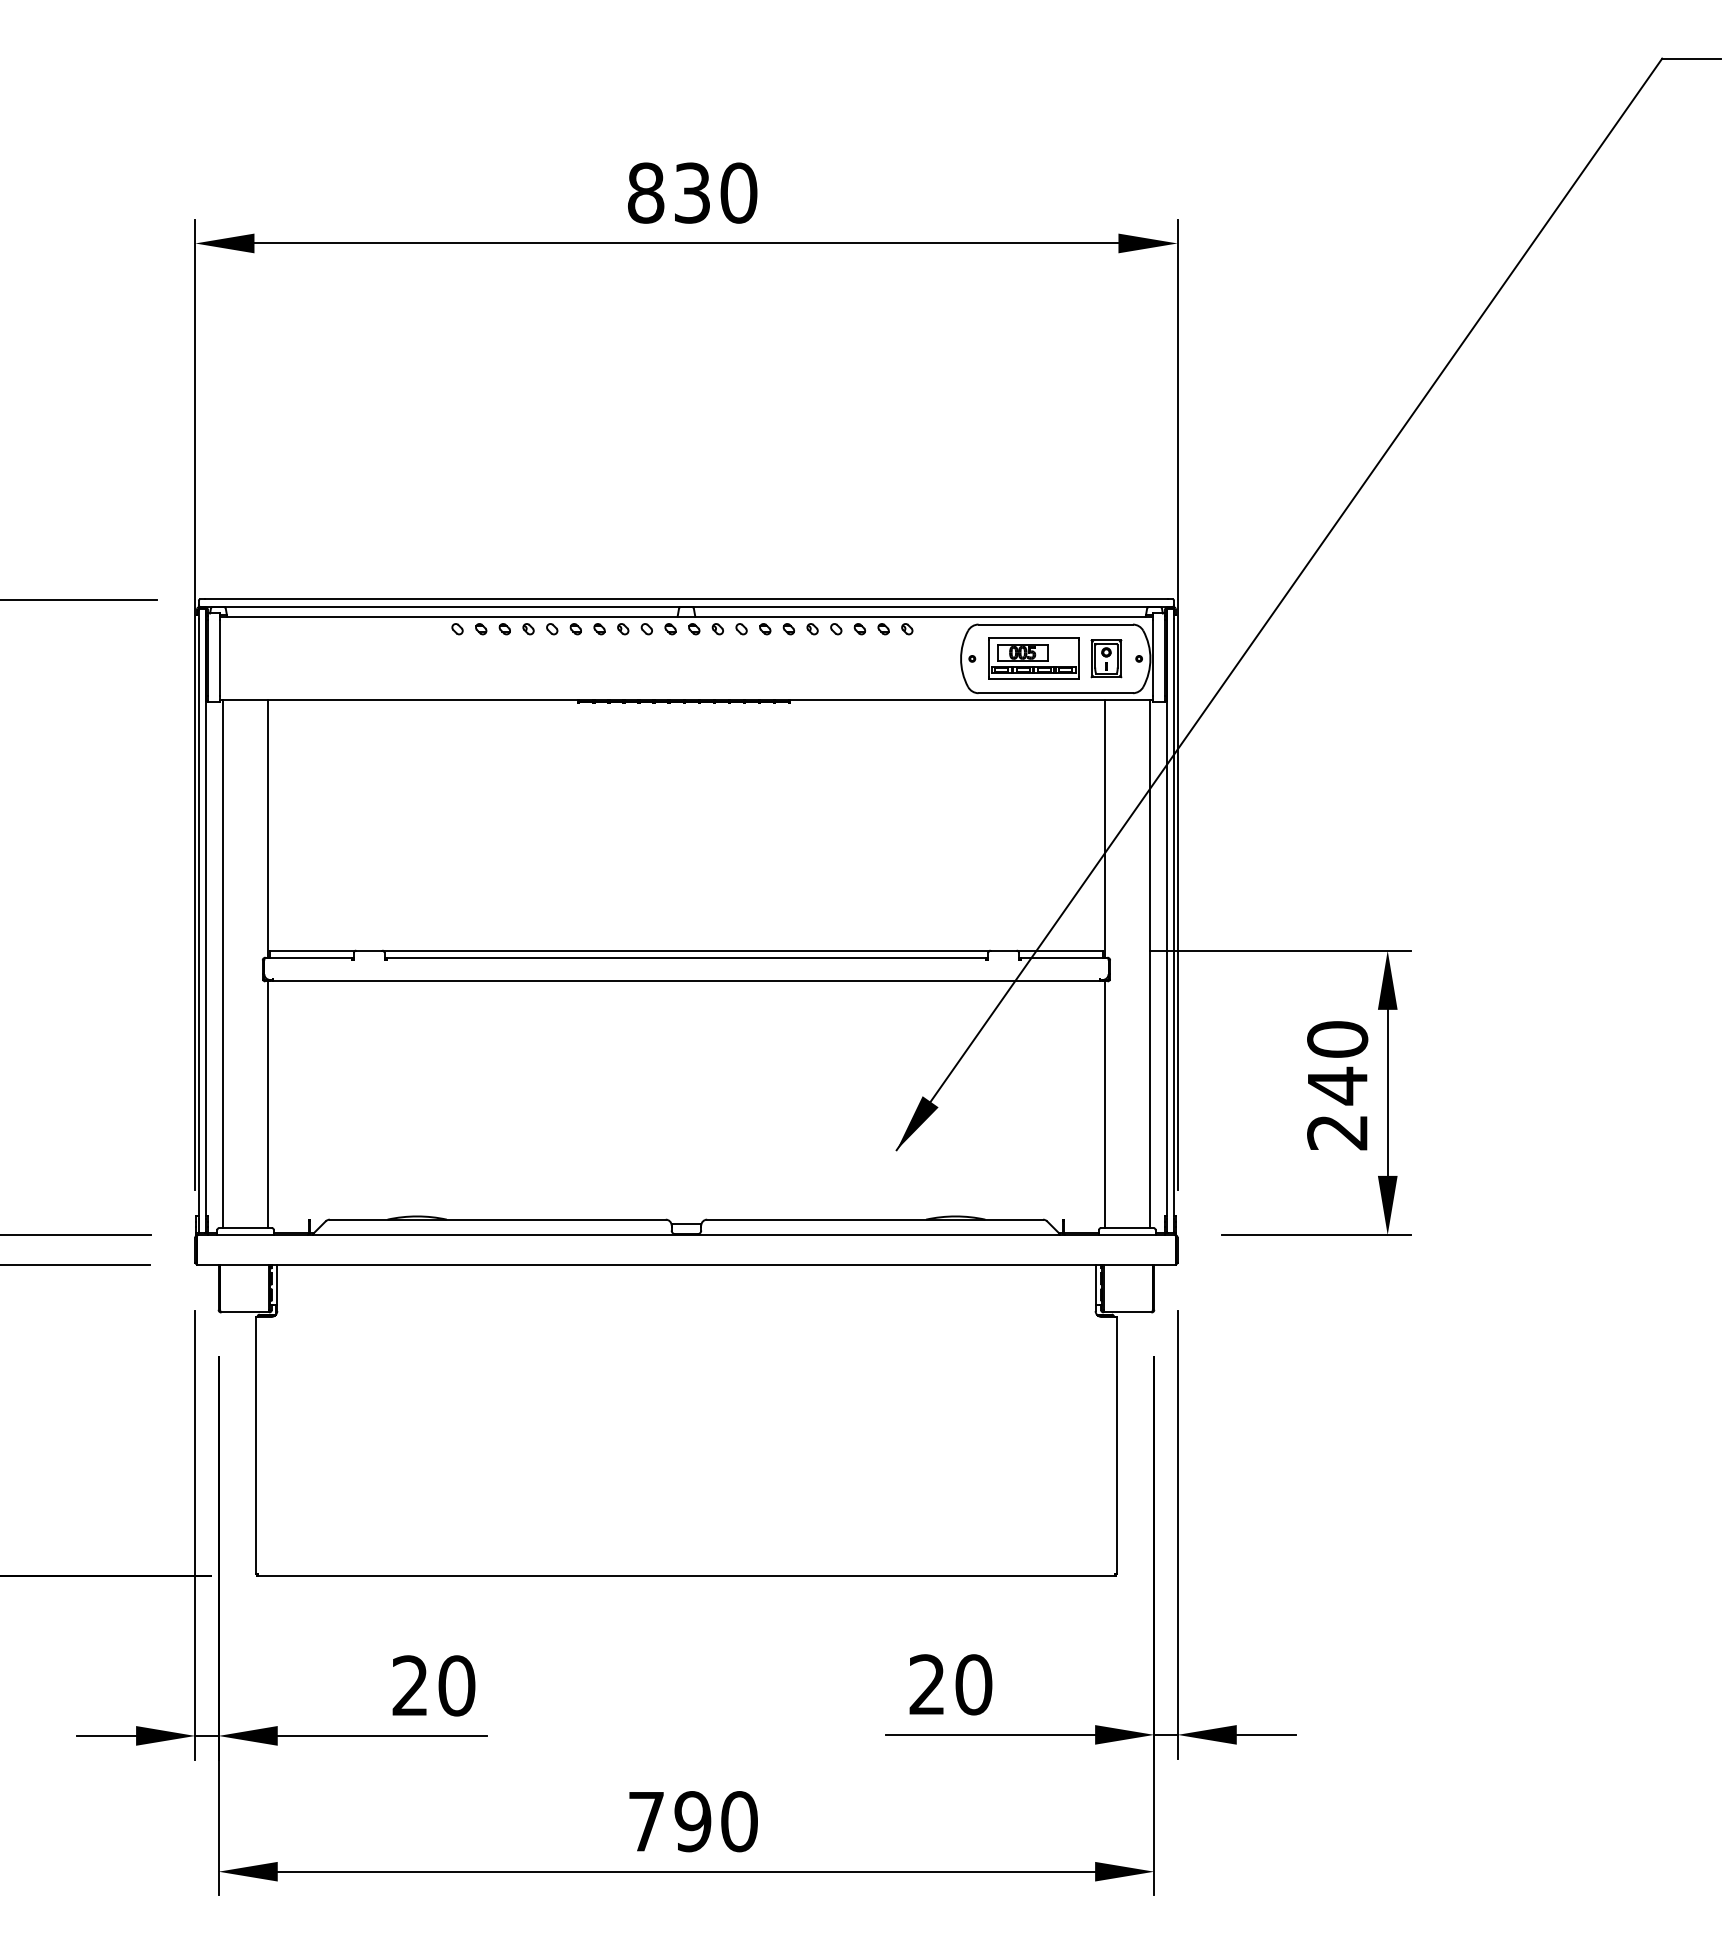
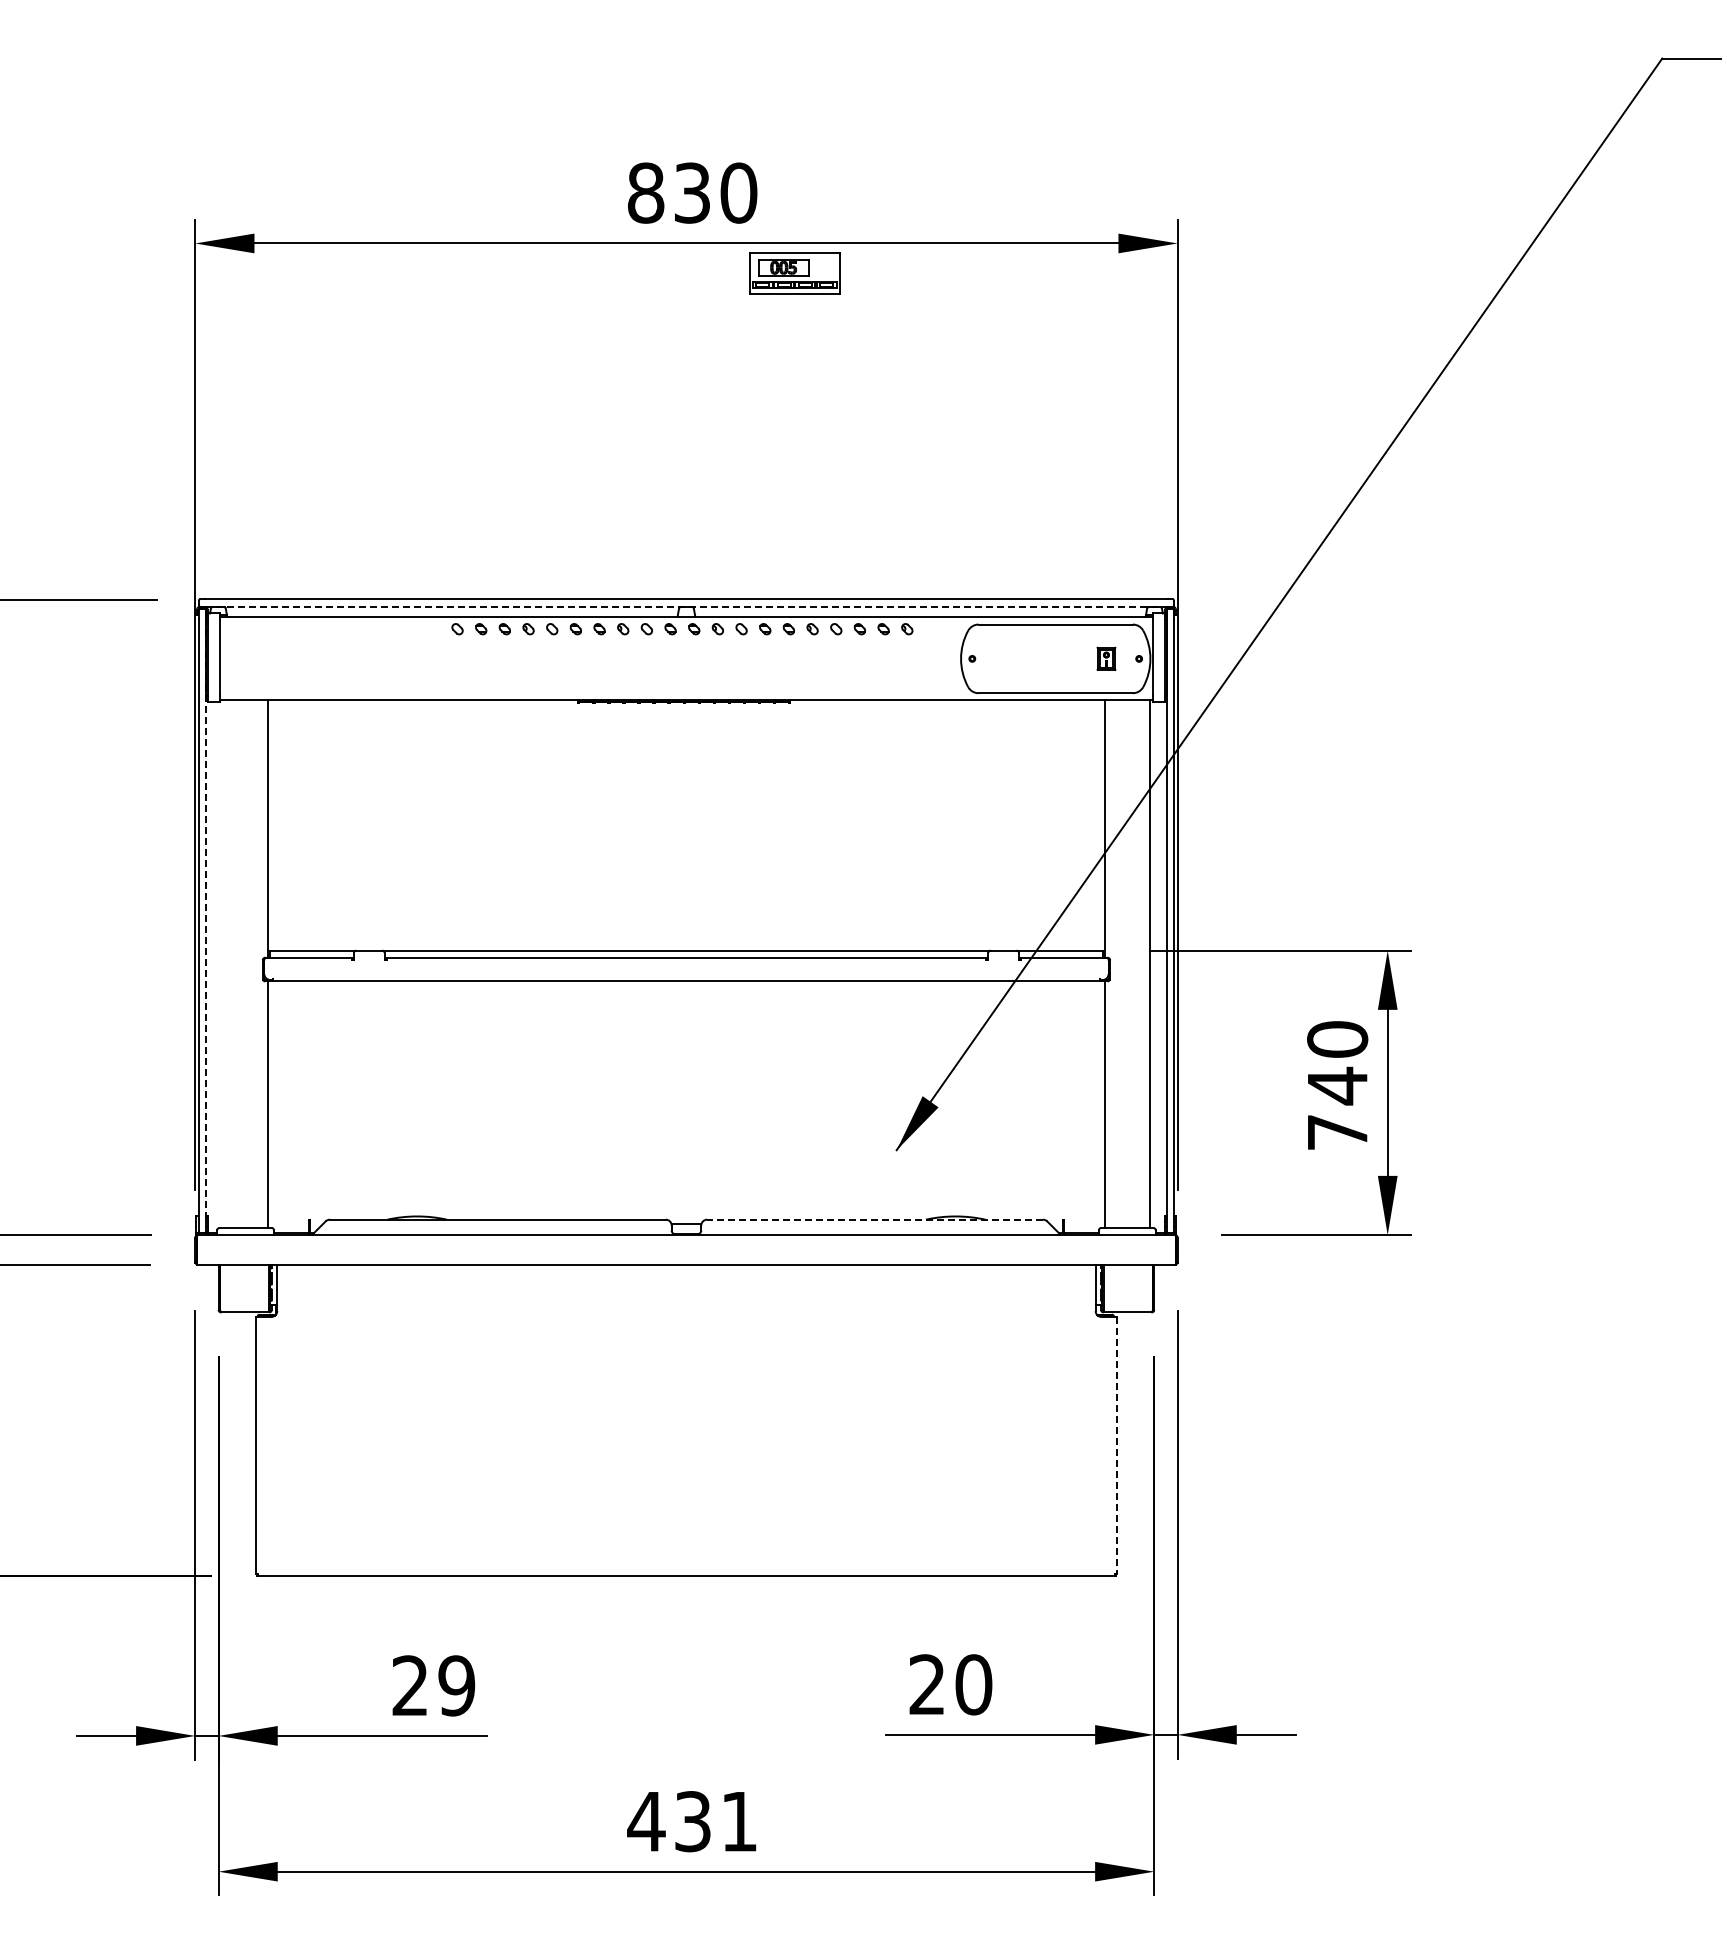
line at (686, 606): solid -> dashed
part at (1033, 658) position: (1033, 658) -> (794, 273)
part at (1106, 658) size: 33x40 px -> 21x25 px
line at (205, 918): solid -> dashed
line at (223, 963): present -> none
text at (1337, 1132): 240 -> 740
line at (875, 1219): solid -> dashed
line at (1116, 1445): solid -> dashed
text at (456, 1685): 20 -> 29
text at (692, 1821): 790 -> 431
